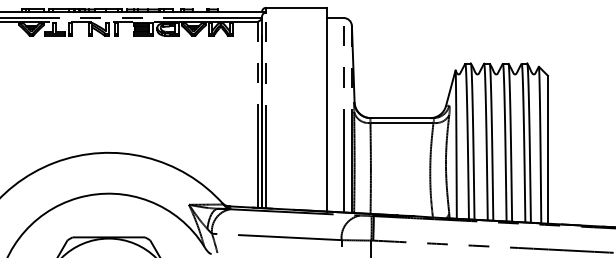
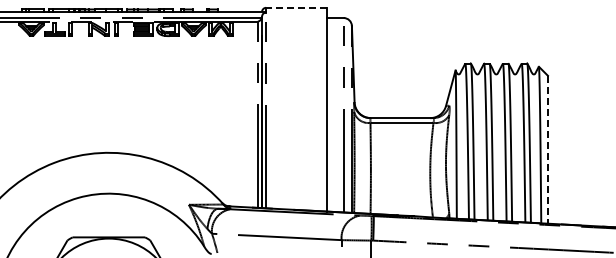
line at (296, 7): solid -> dashed
line at (547, 149): solid -> dashed
